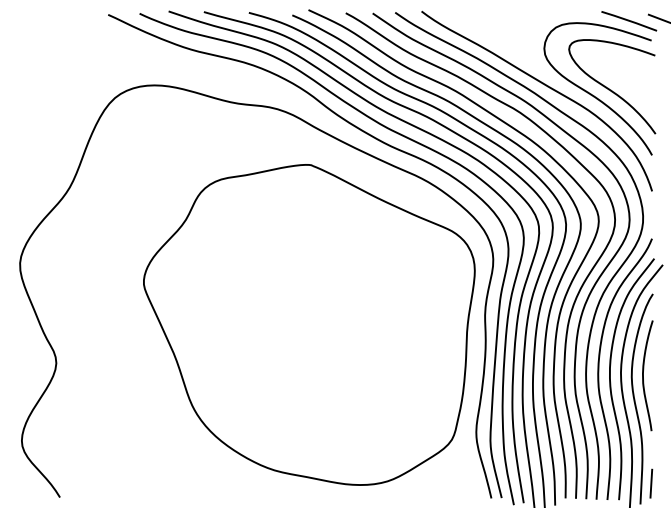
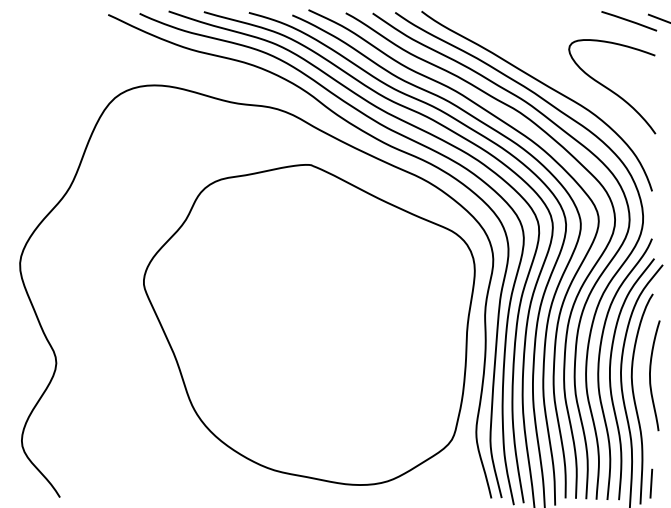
curve at (594, 95): present -> none
curve at (643, 375) position: (643, 375) -> (650, 375)
